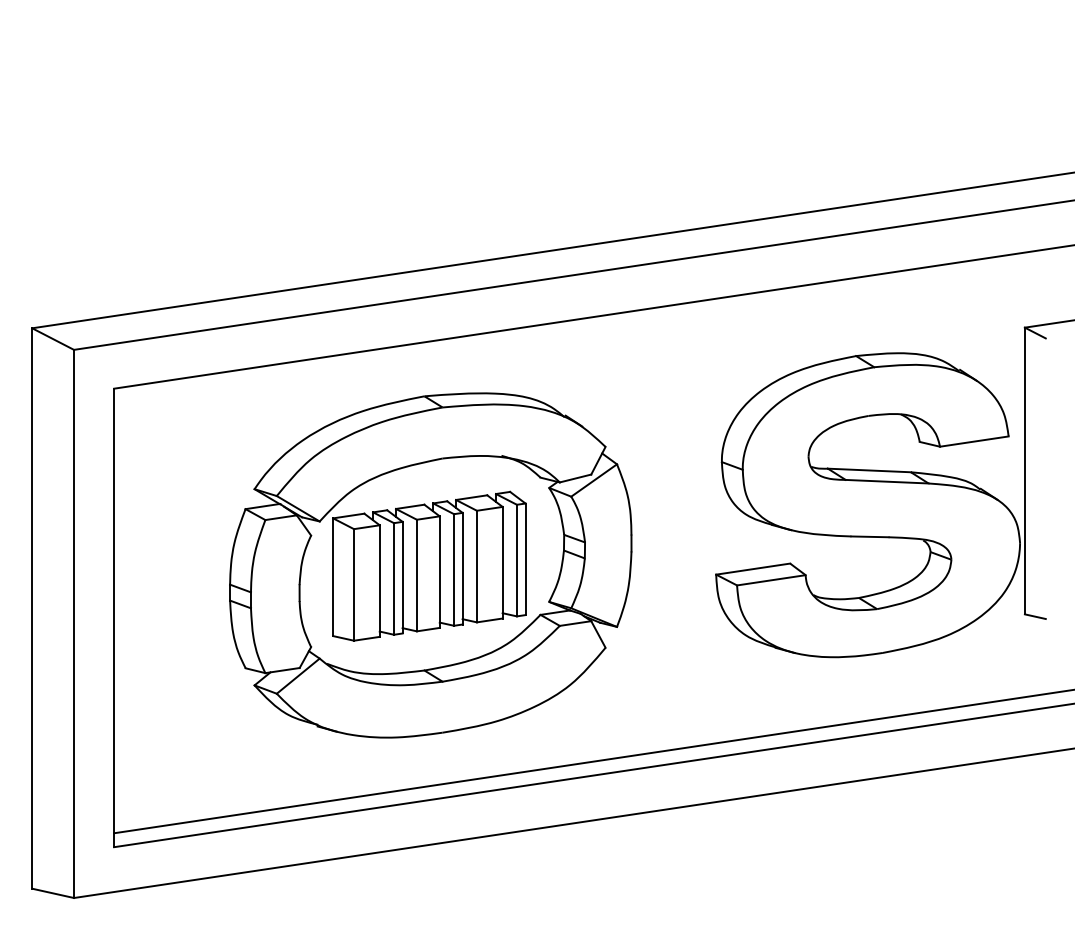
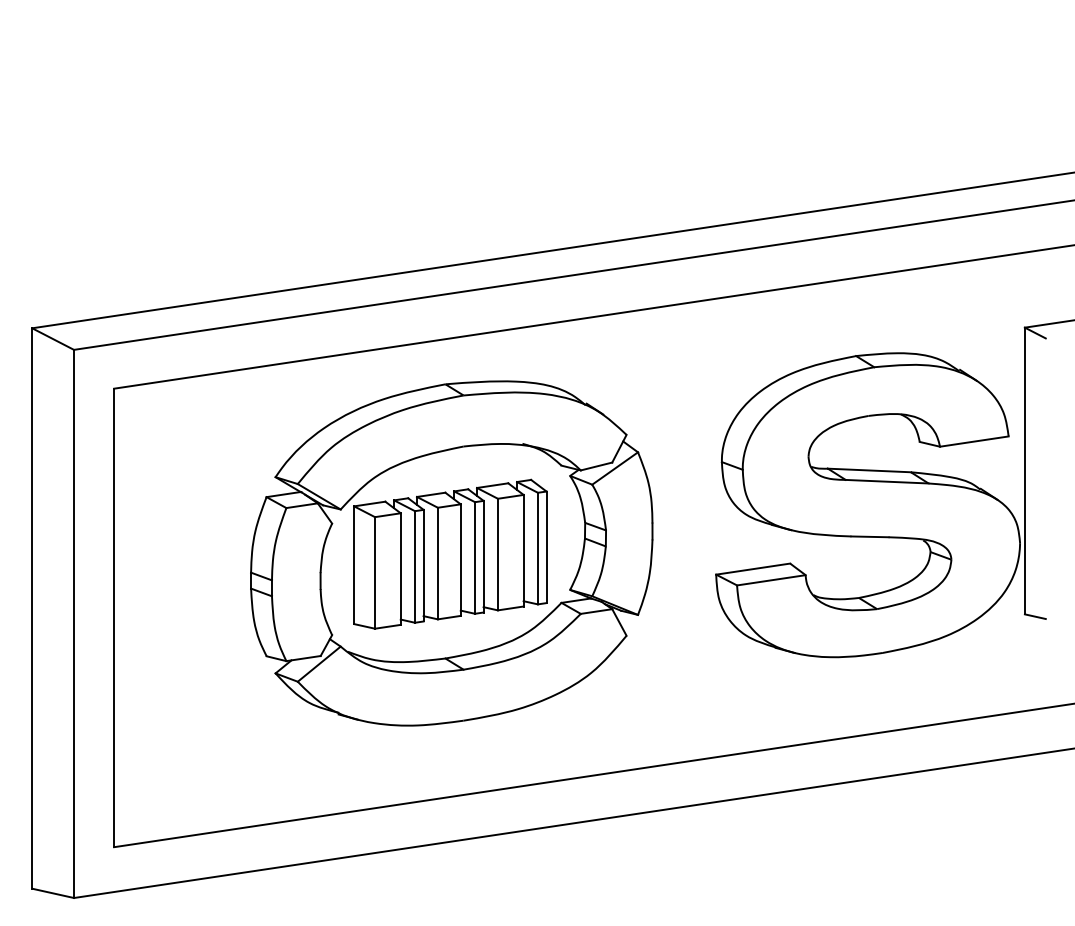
part at (430, 565) position: (430, 565) -> (451, 553)
line at (592, 761): present -> none
